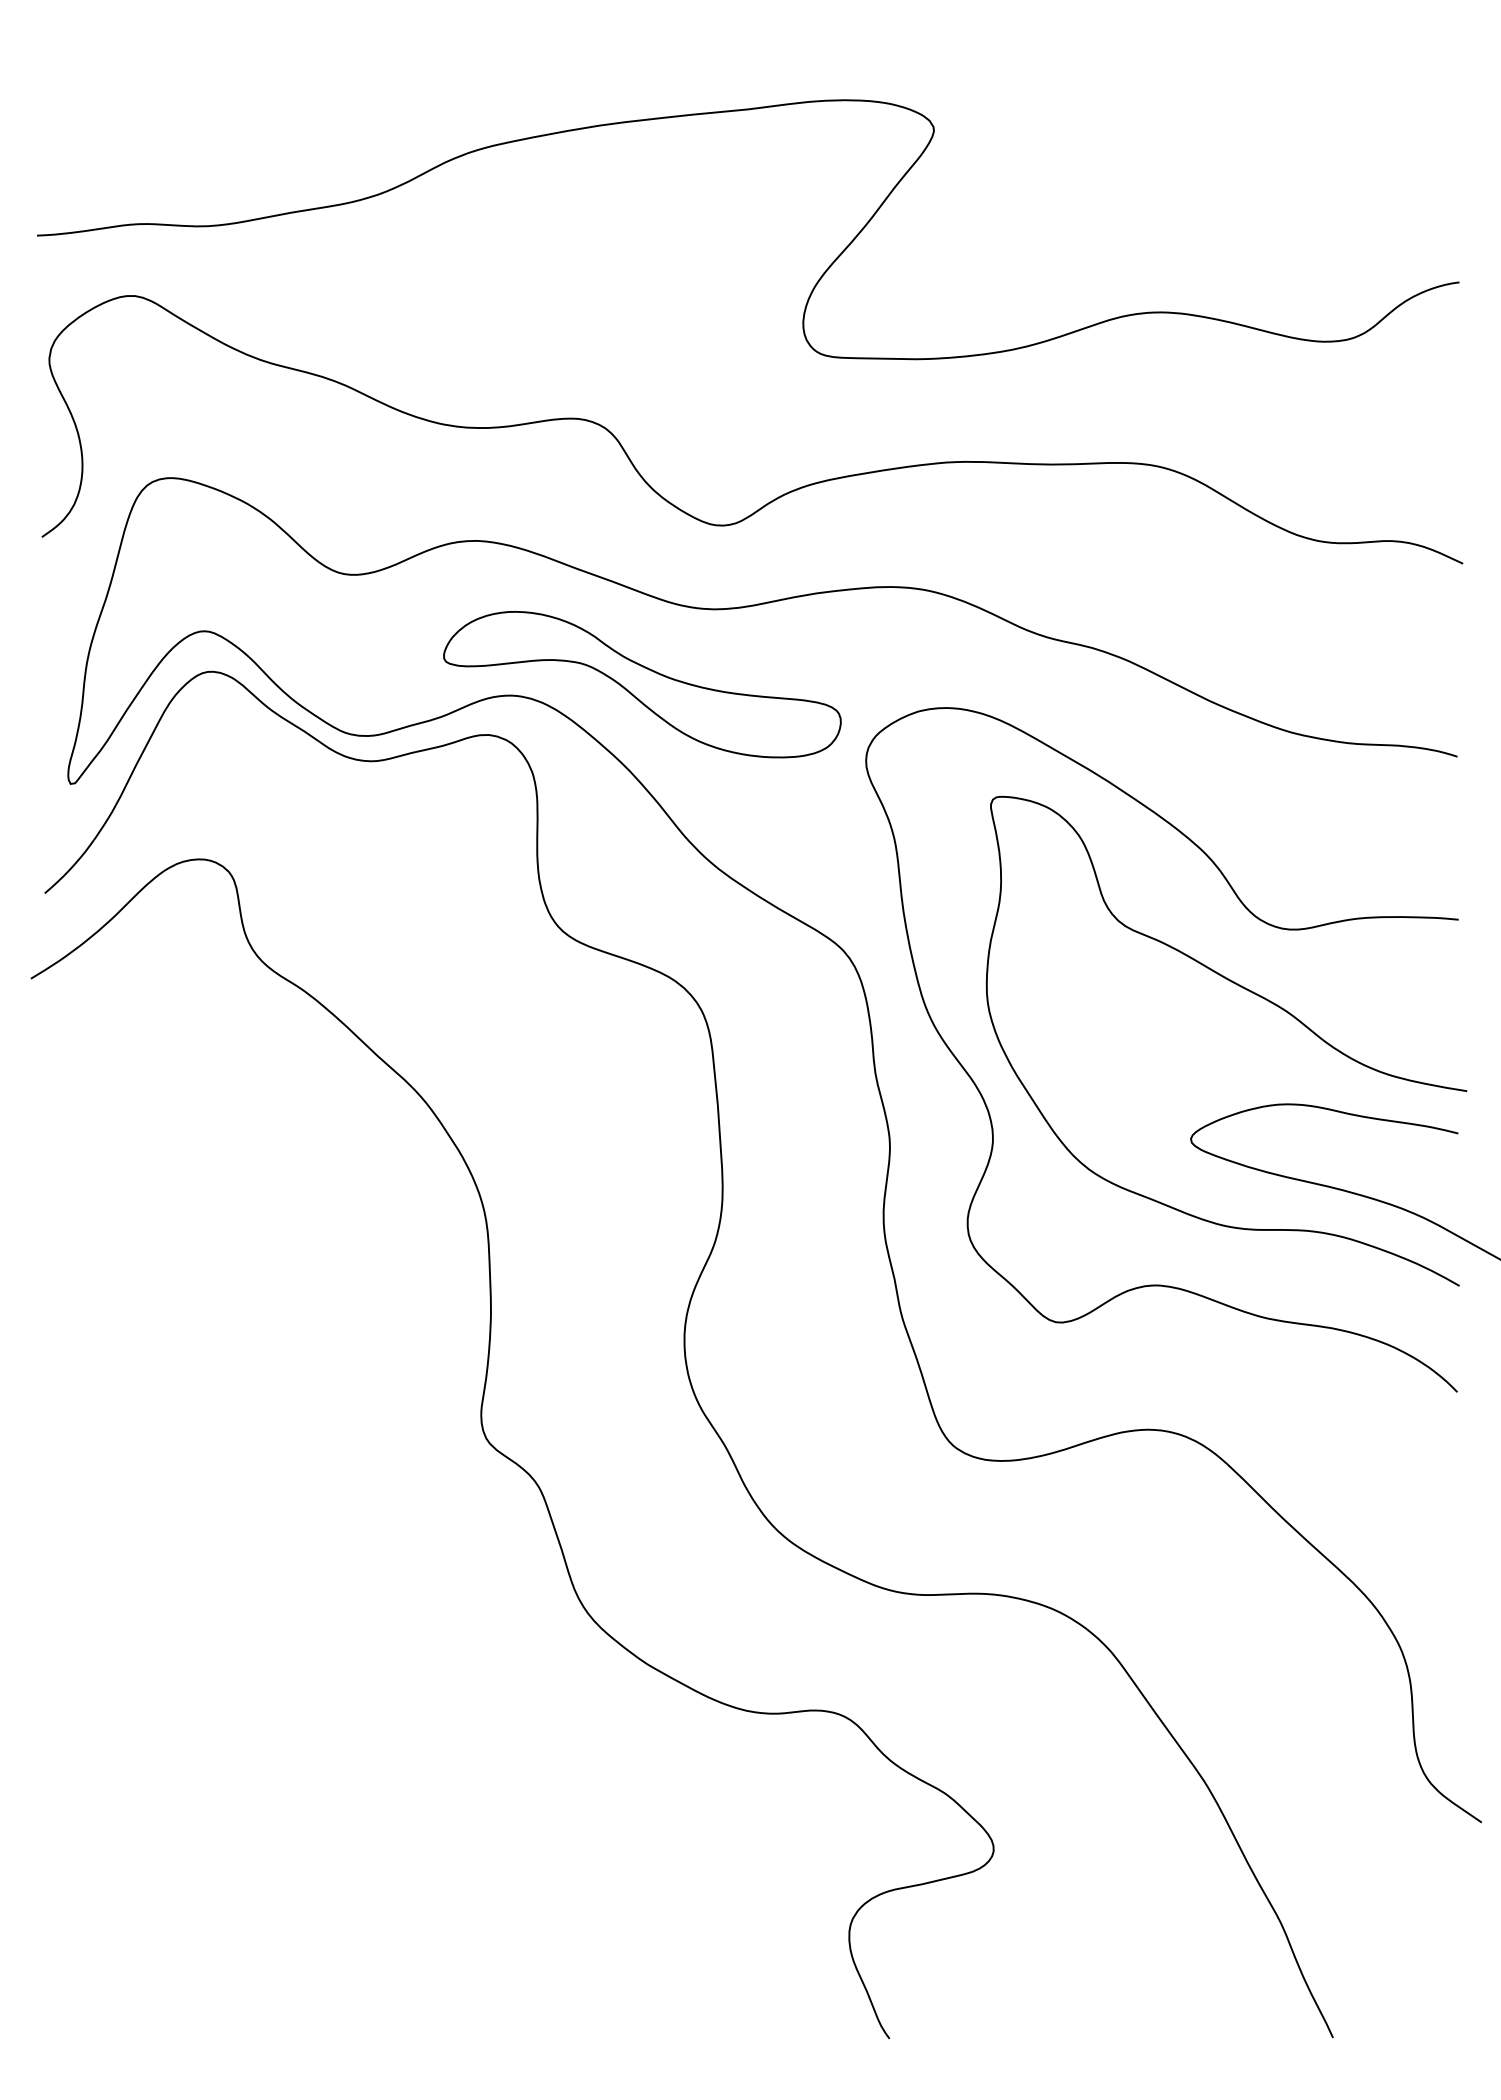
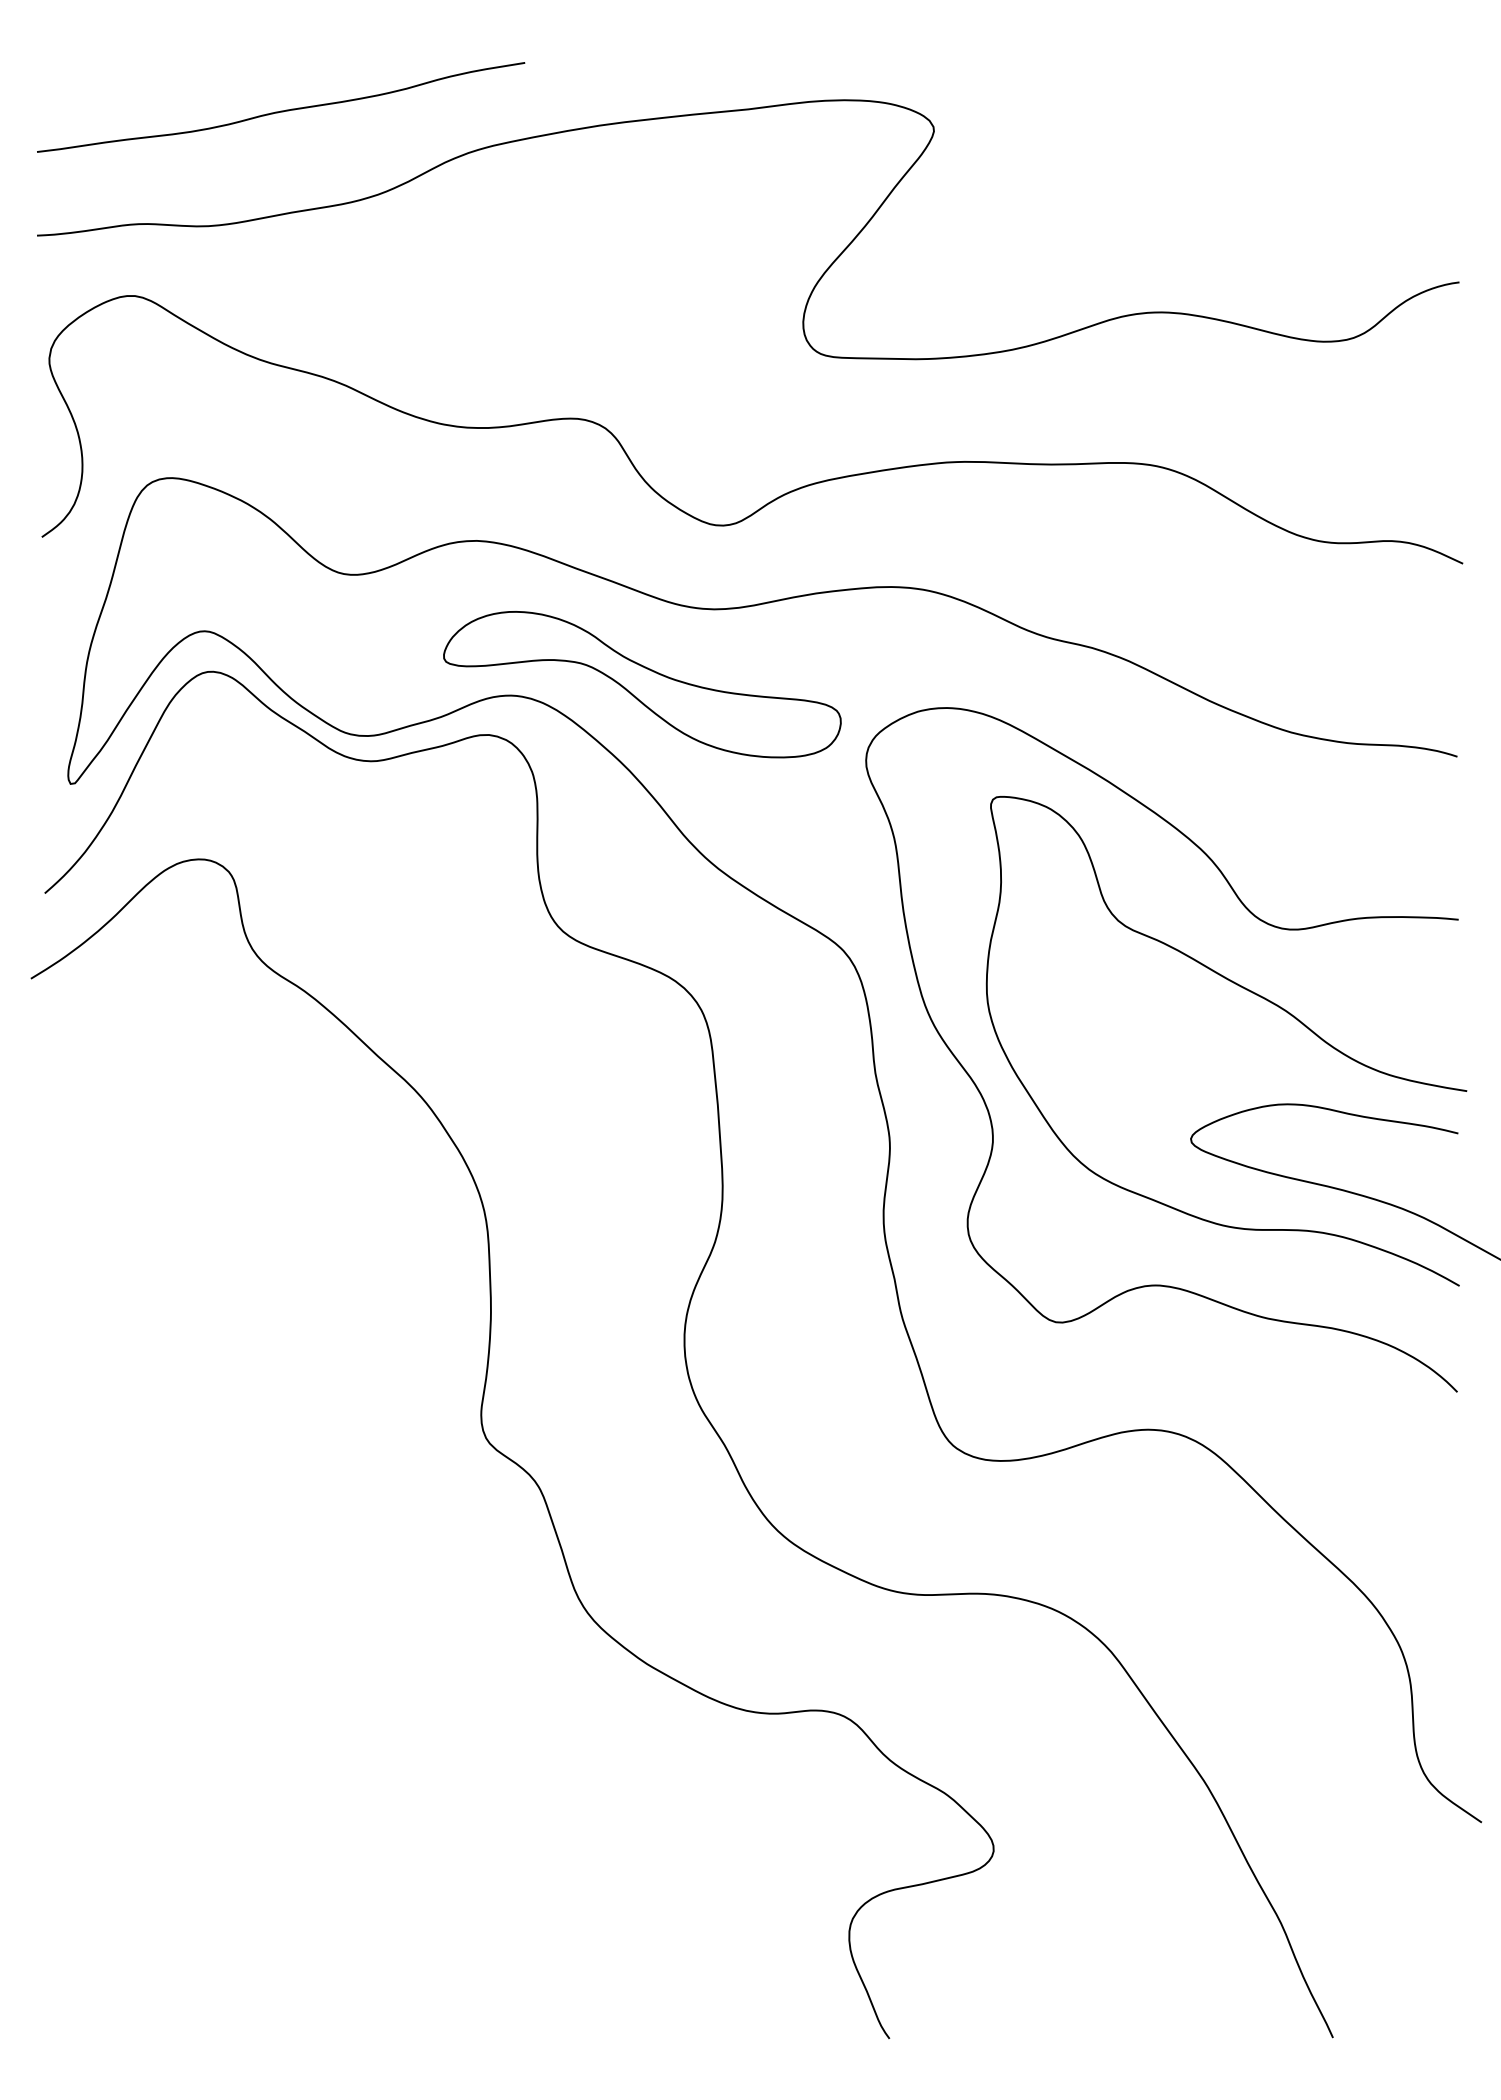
curve at (281, 110): none -> present
